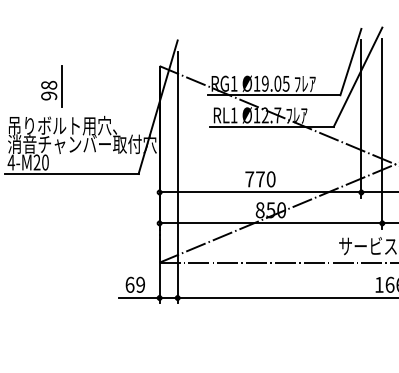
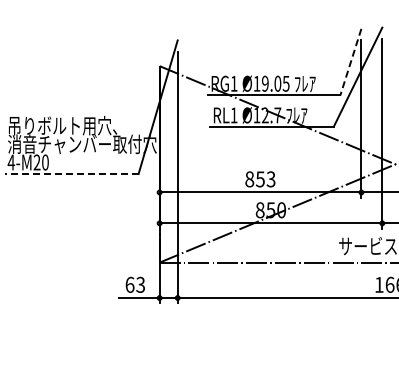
line at (350, 62): solid -> dashed
part at (51, 86): present -> none
line at (71, 174): solid -> dashed
text at (260, 179): 770 -> 853
text at (140, 284): 69 -> 63
